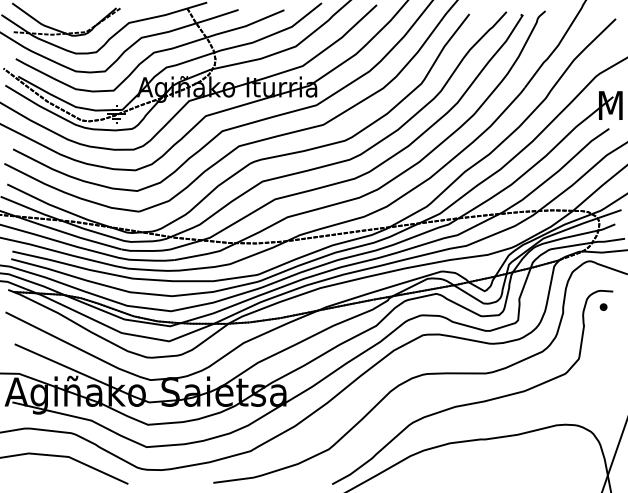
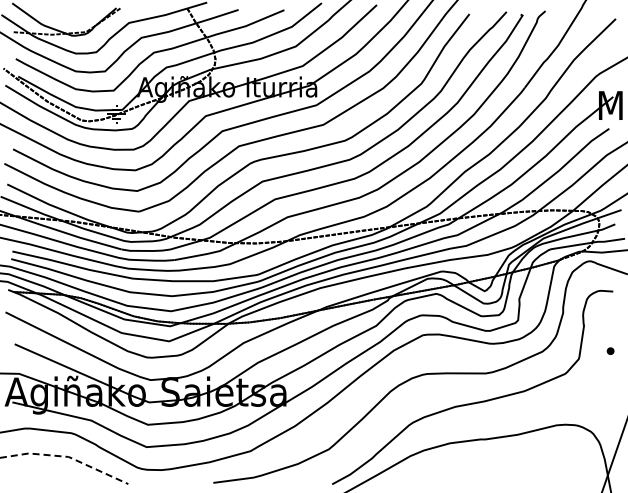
part at (603, 306) position: (603, 306) -> (610, 350)
line at (66, 456): solid -> dashed
